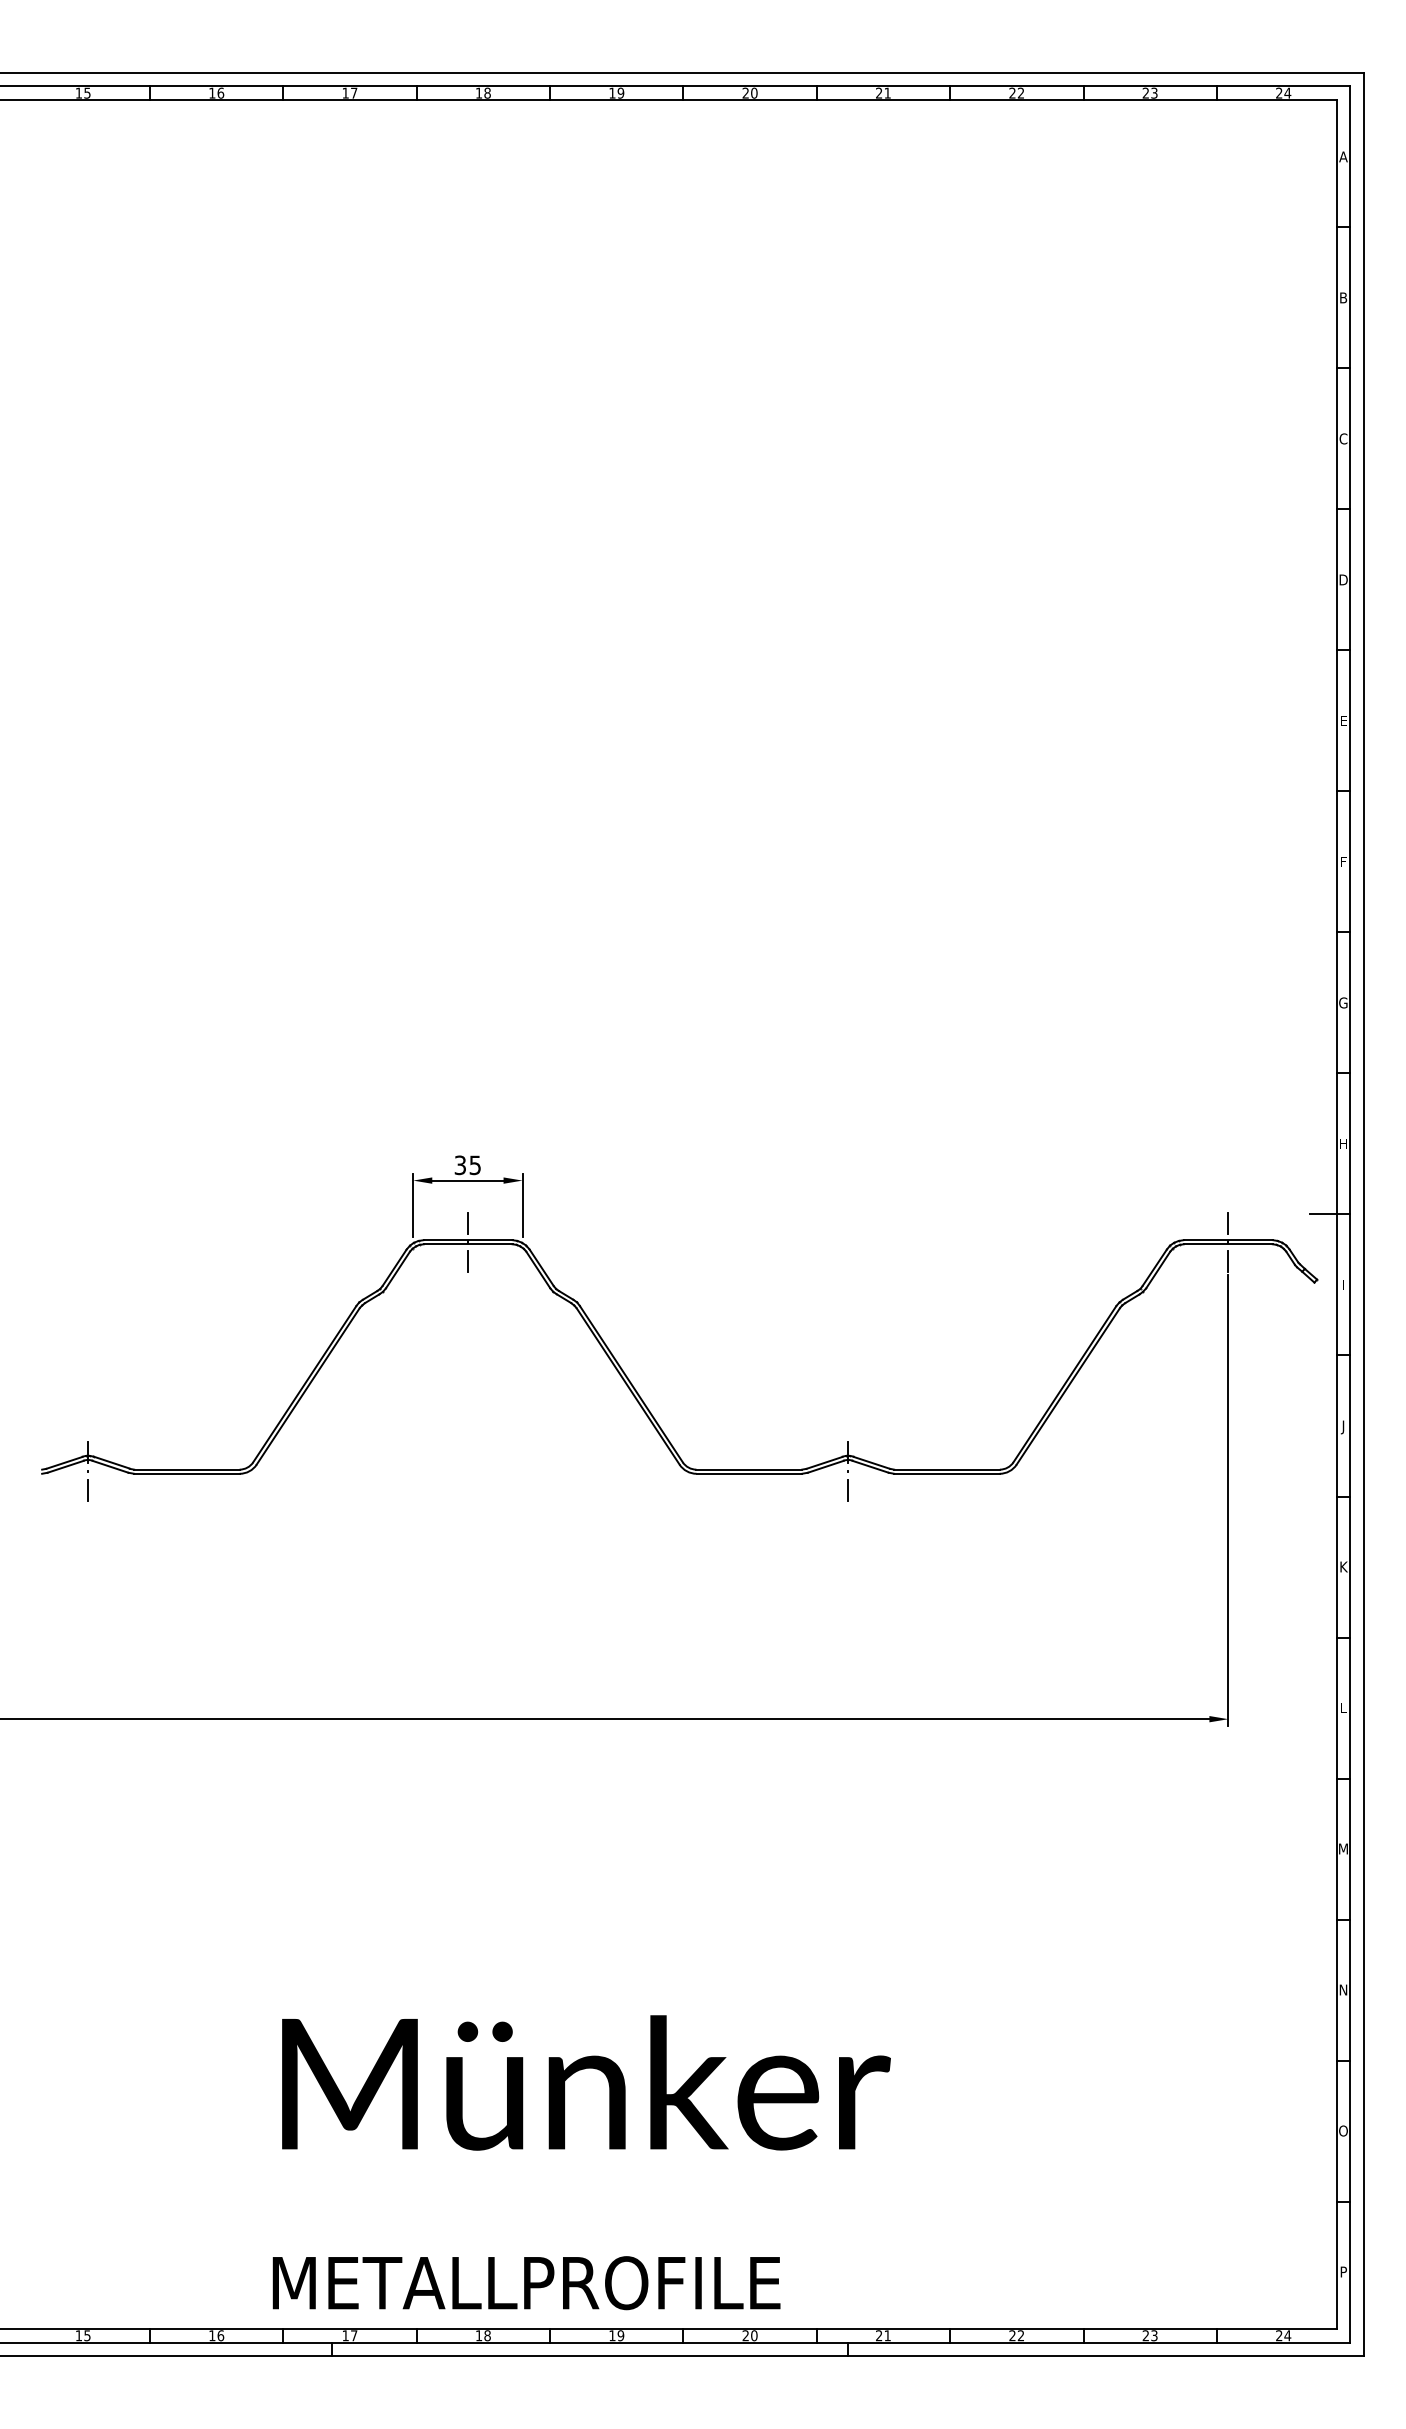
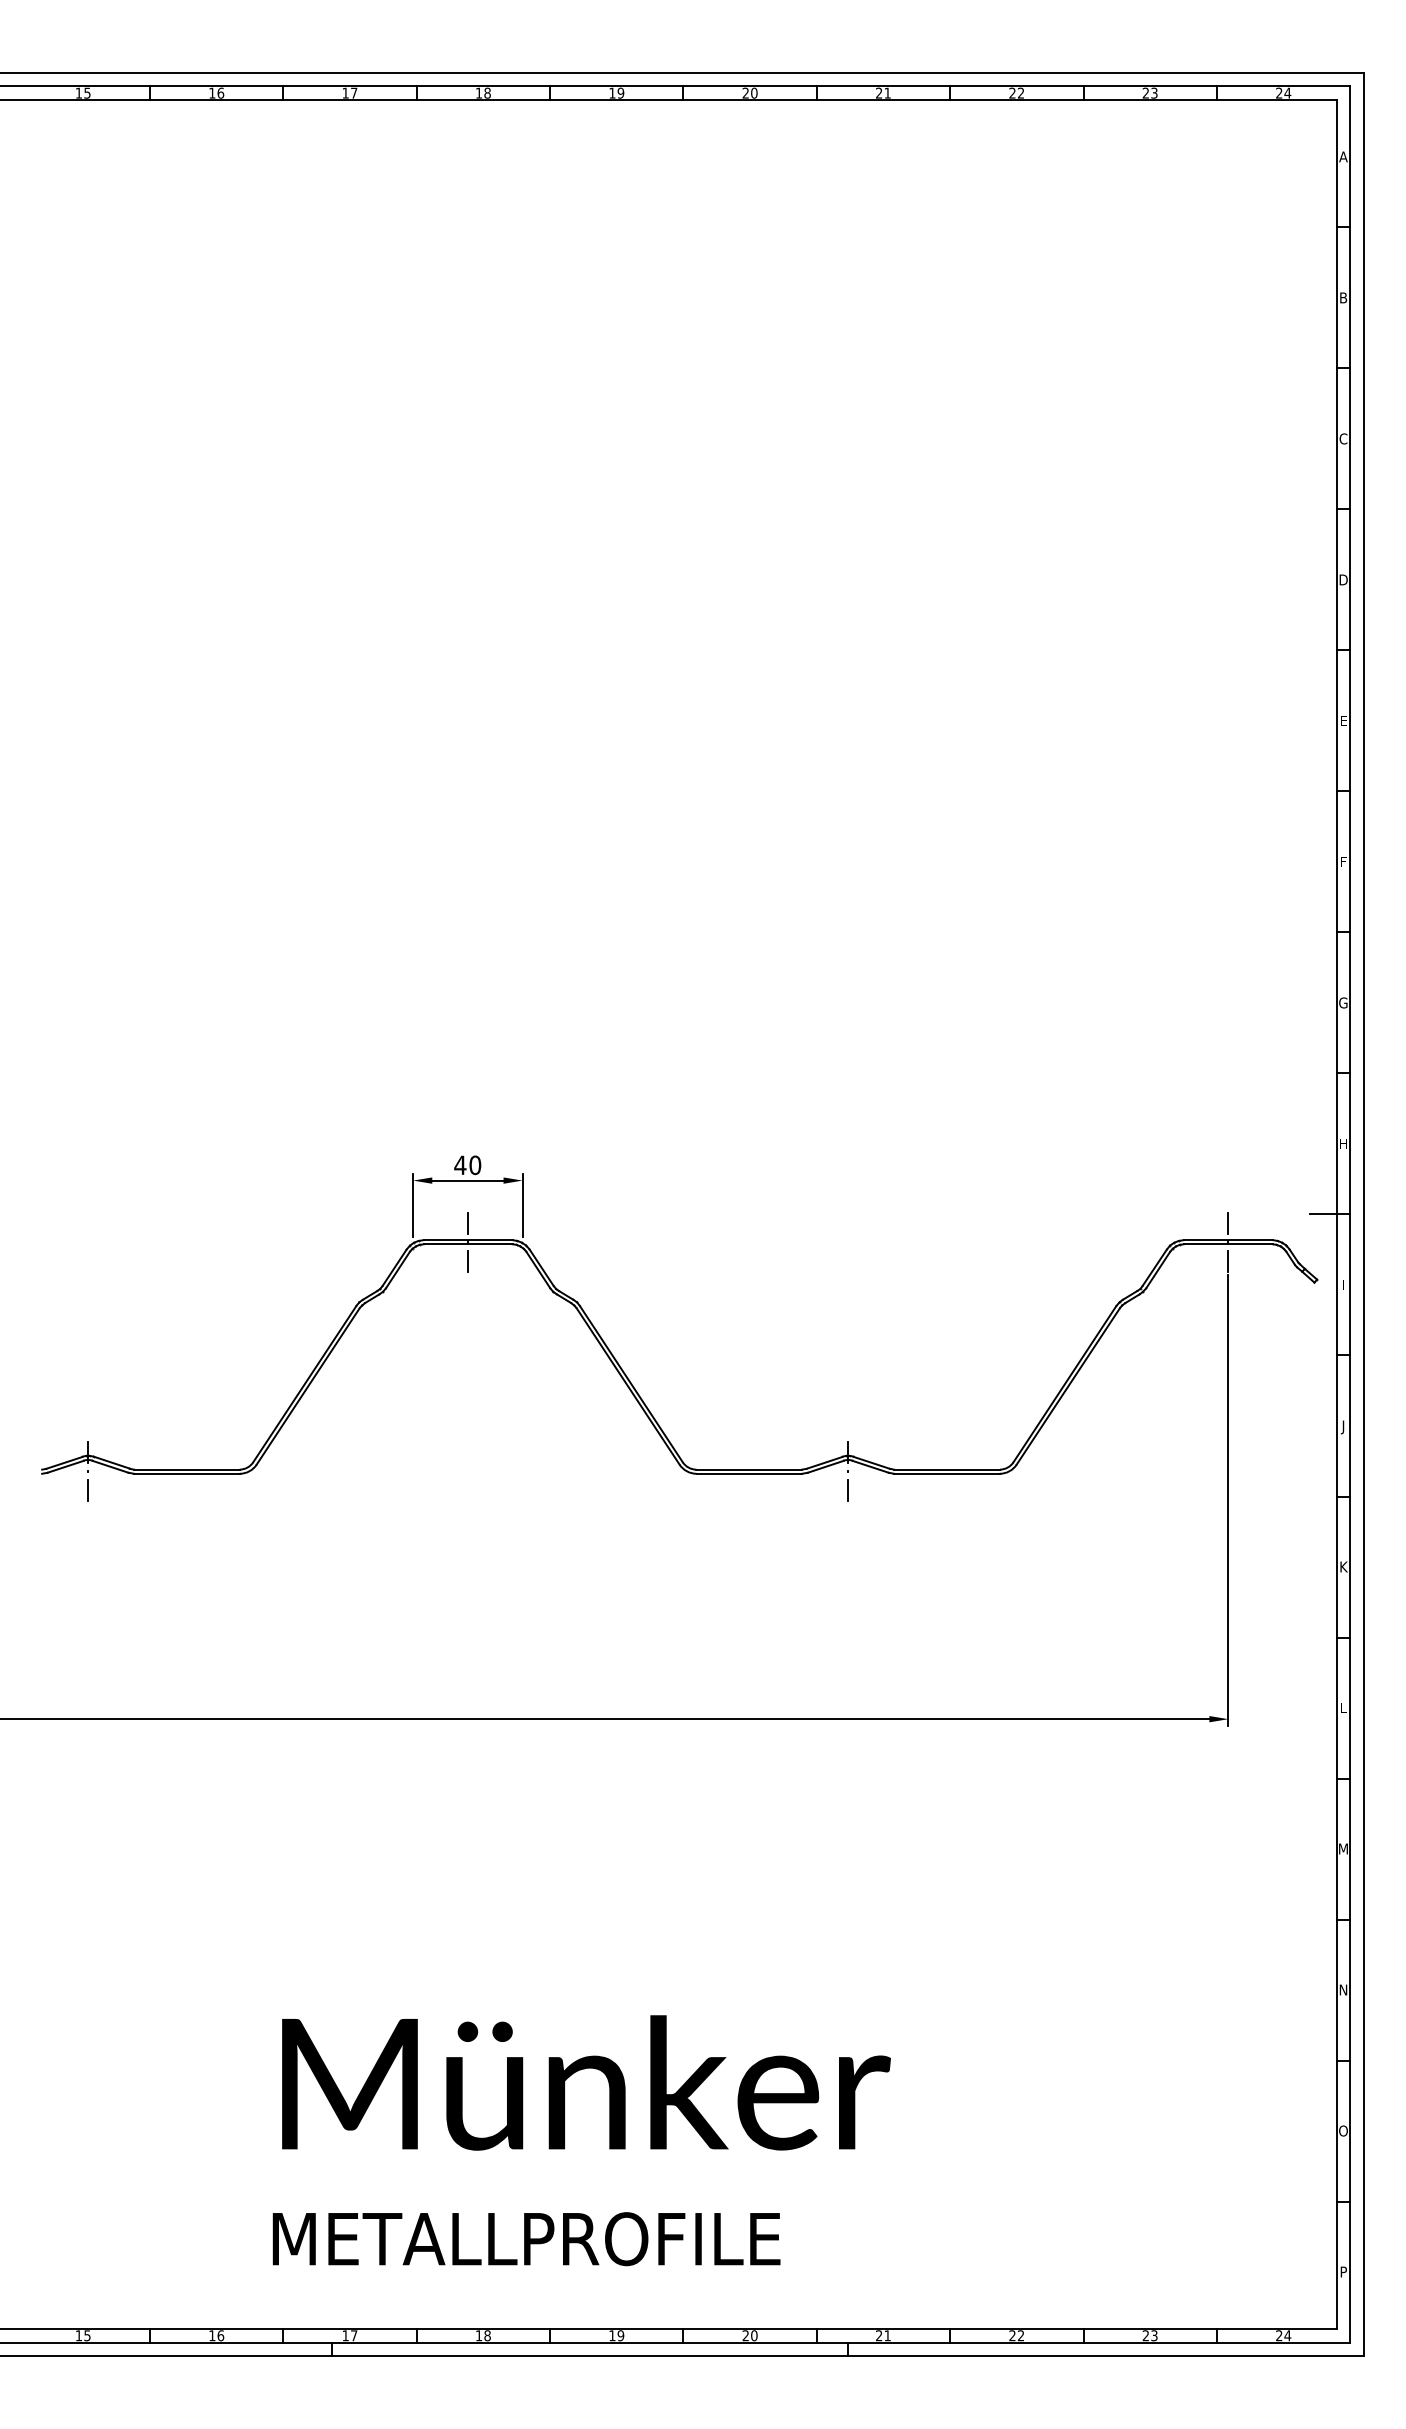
text at (467, 1165): 35 -> 40
text at (526, 2283) position: (526, 2283) -> (526, 2239)
